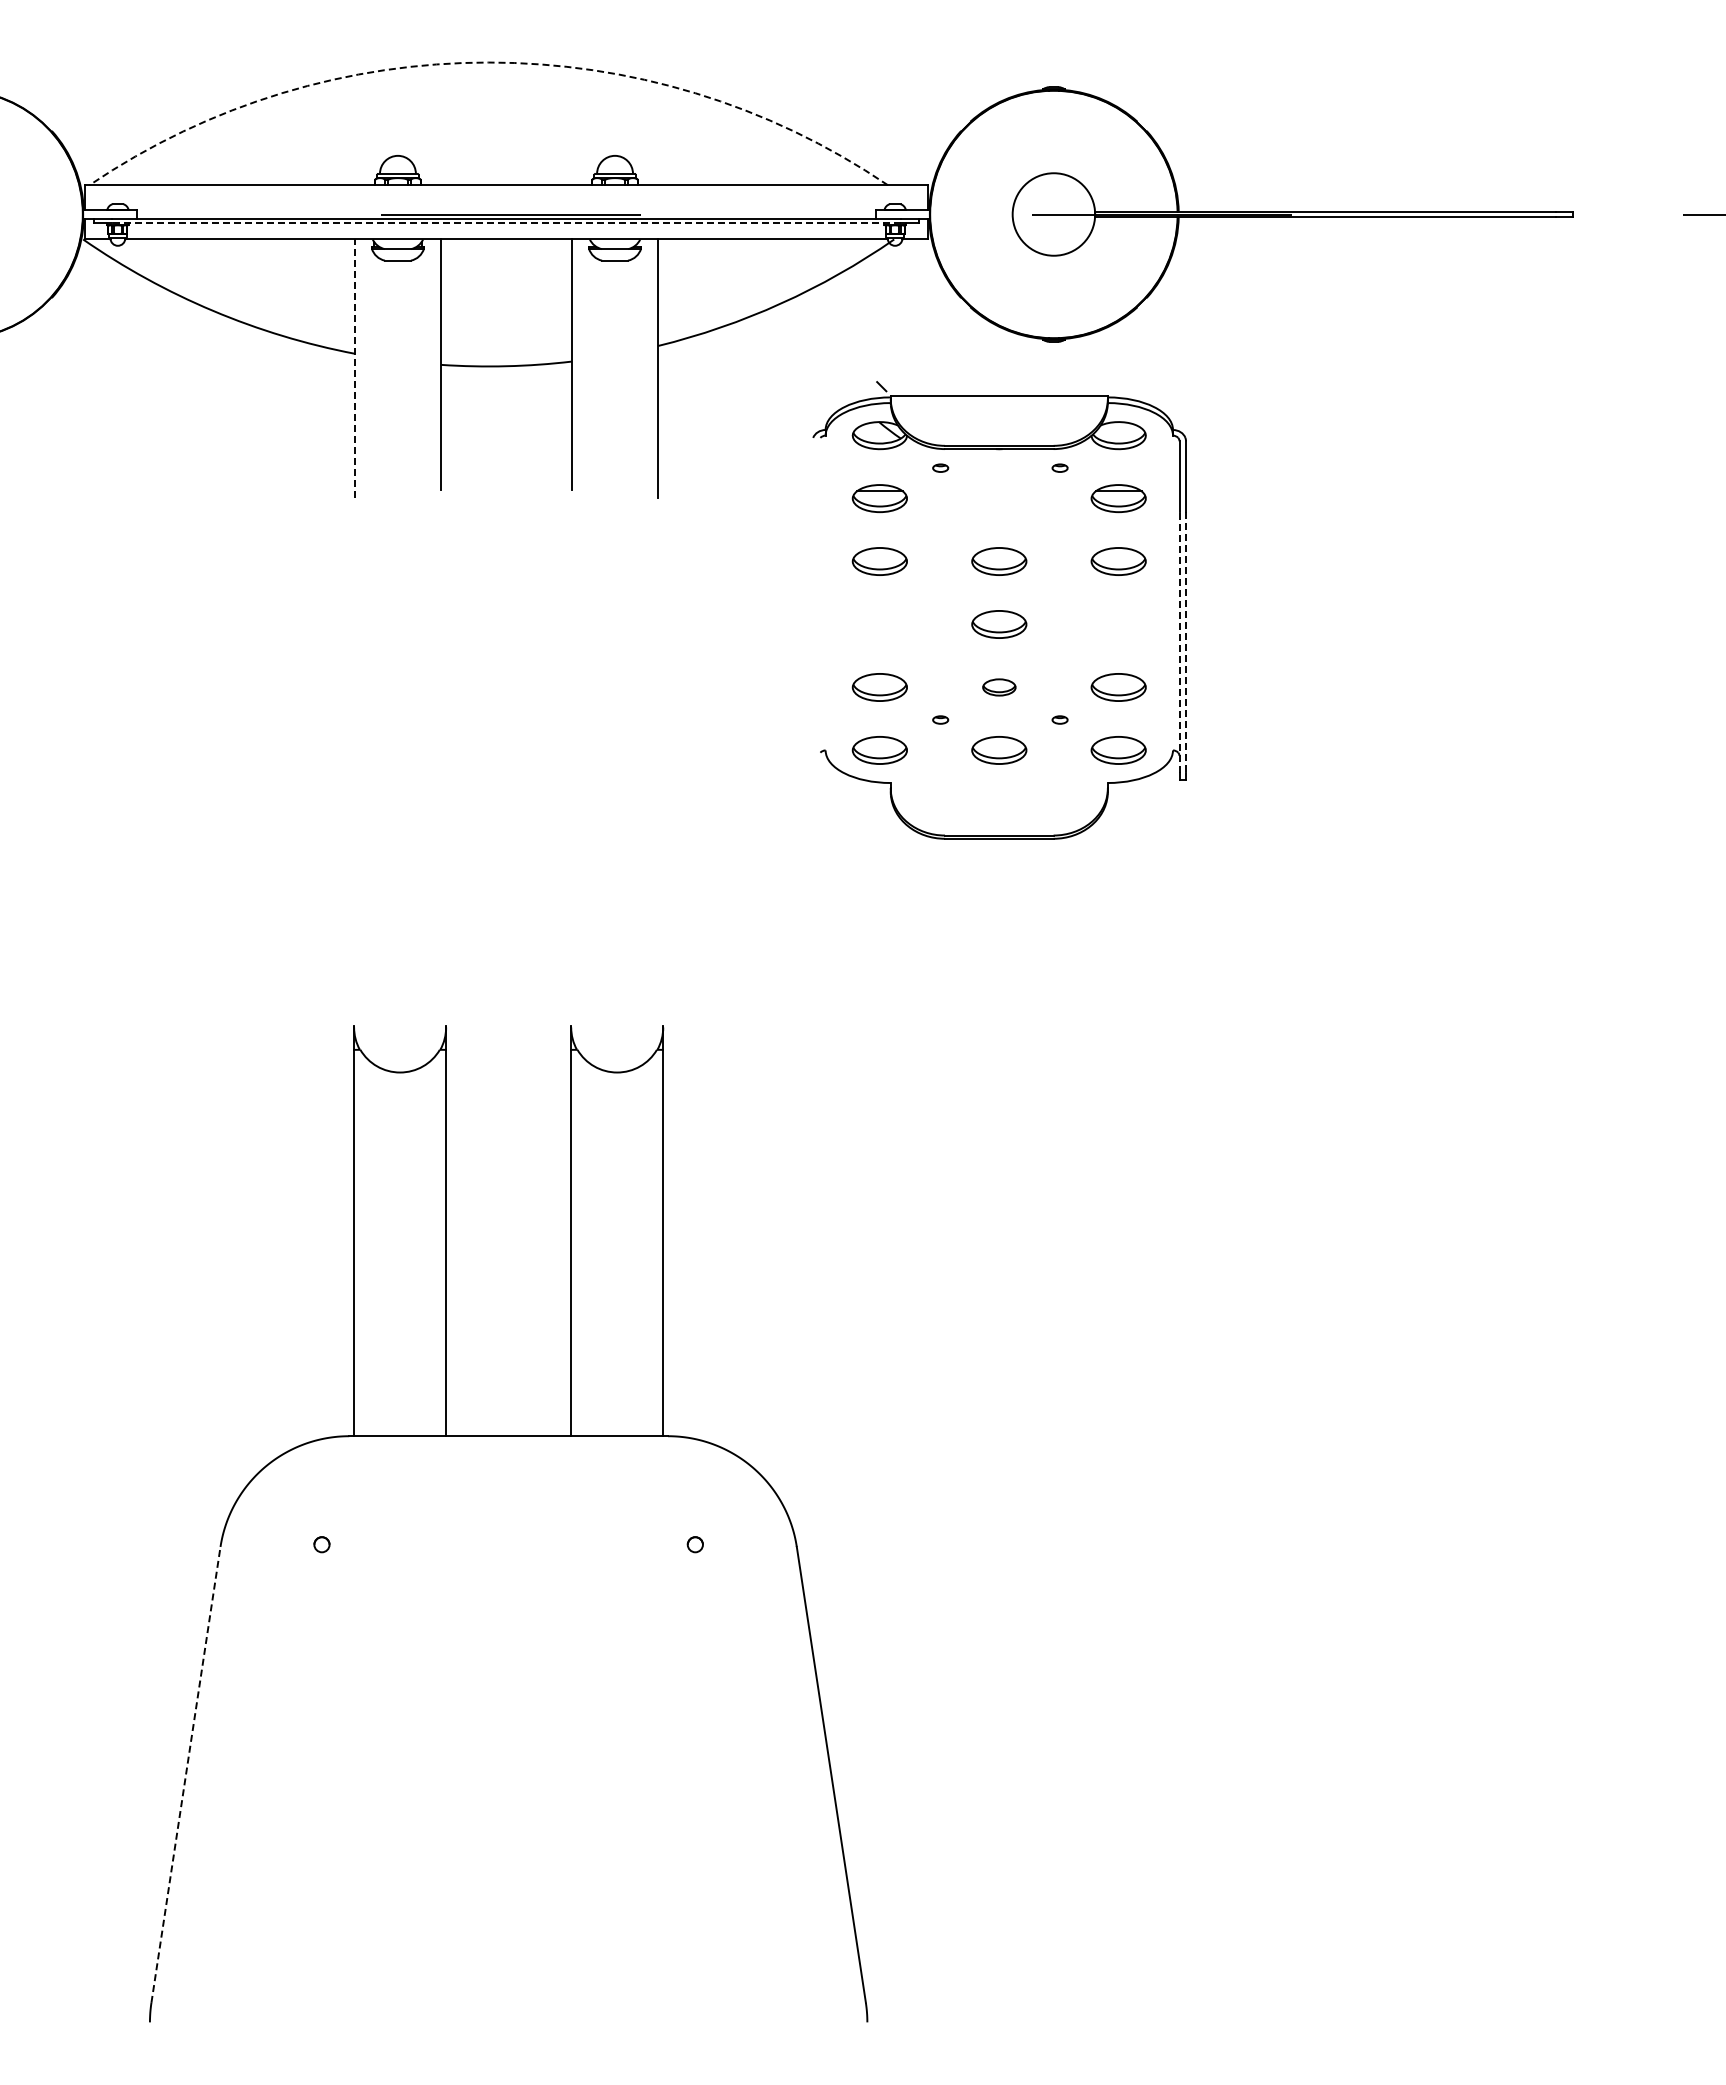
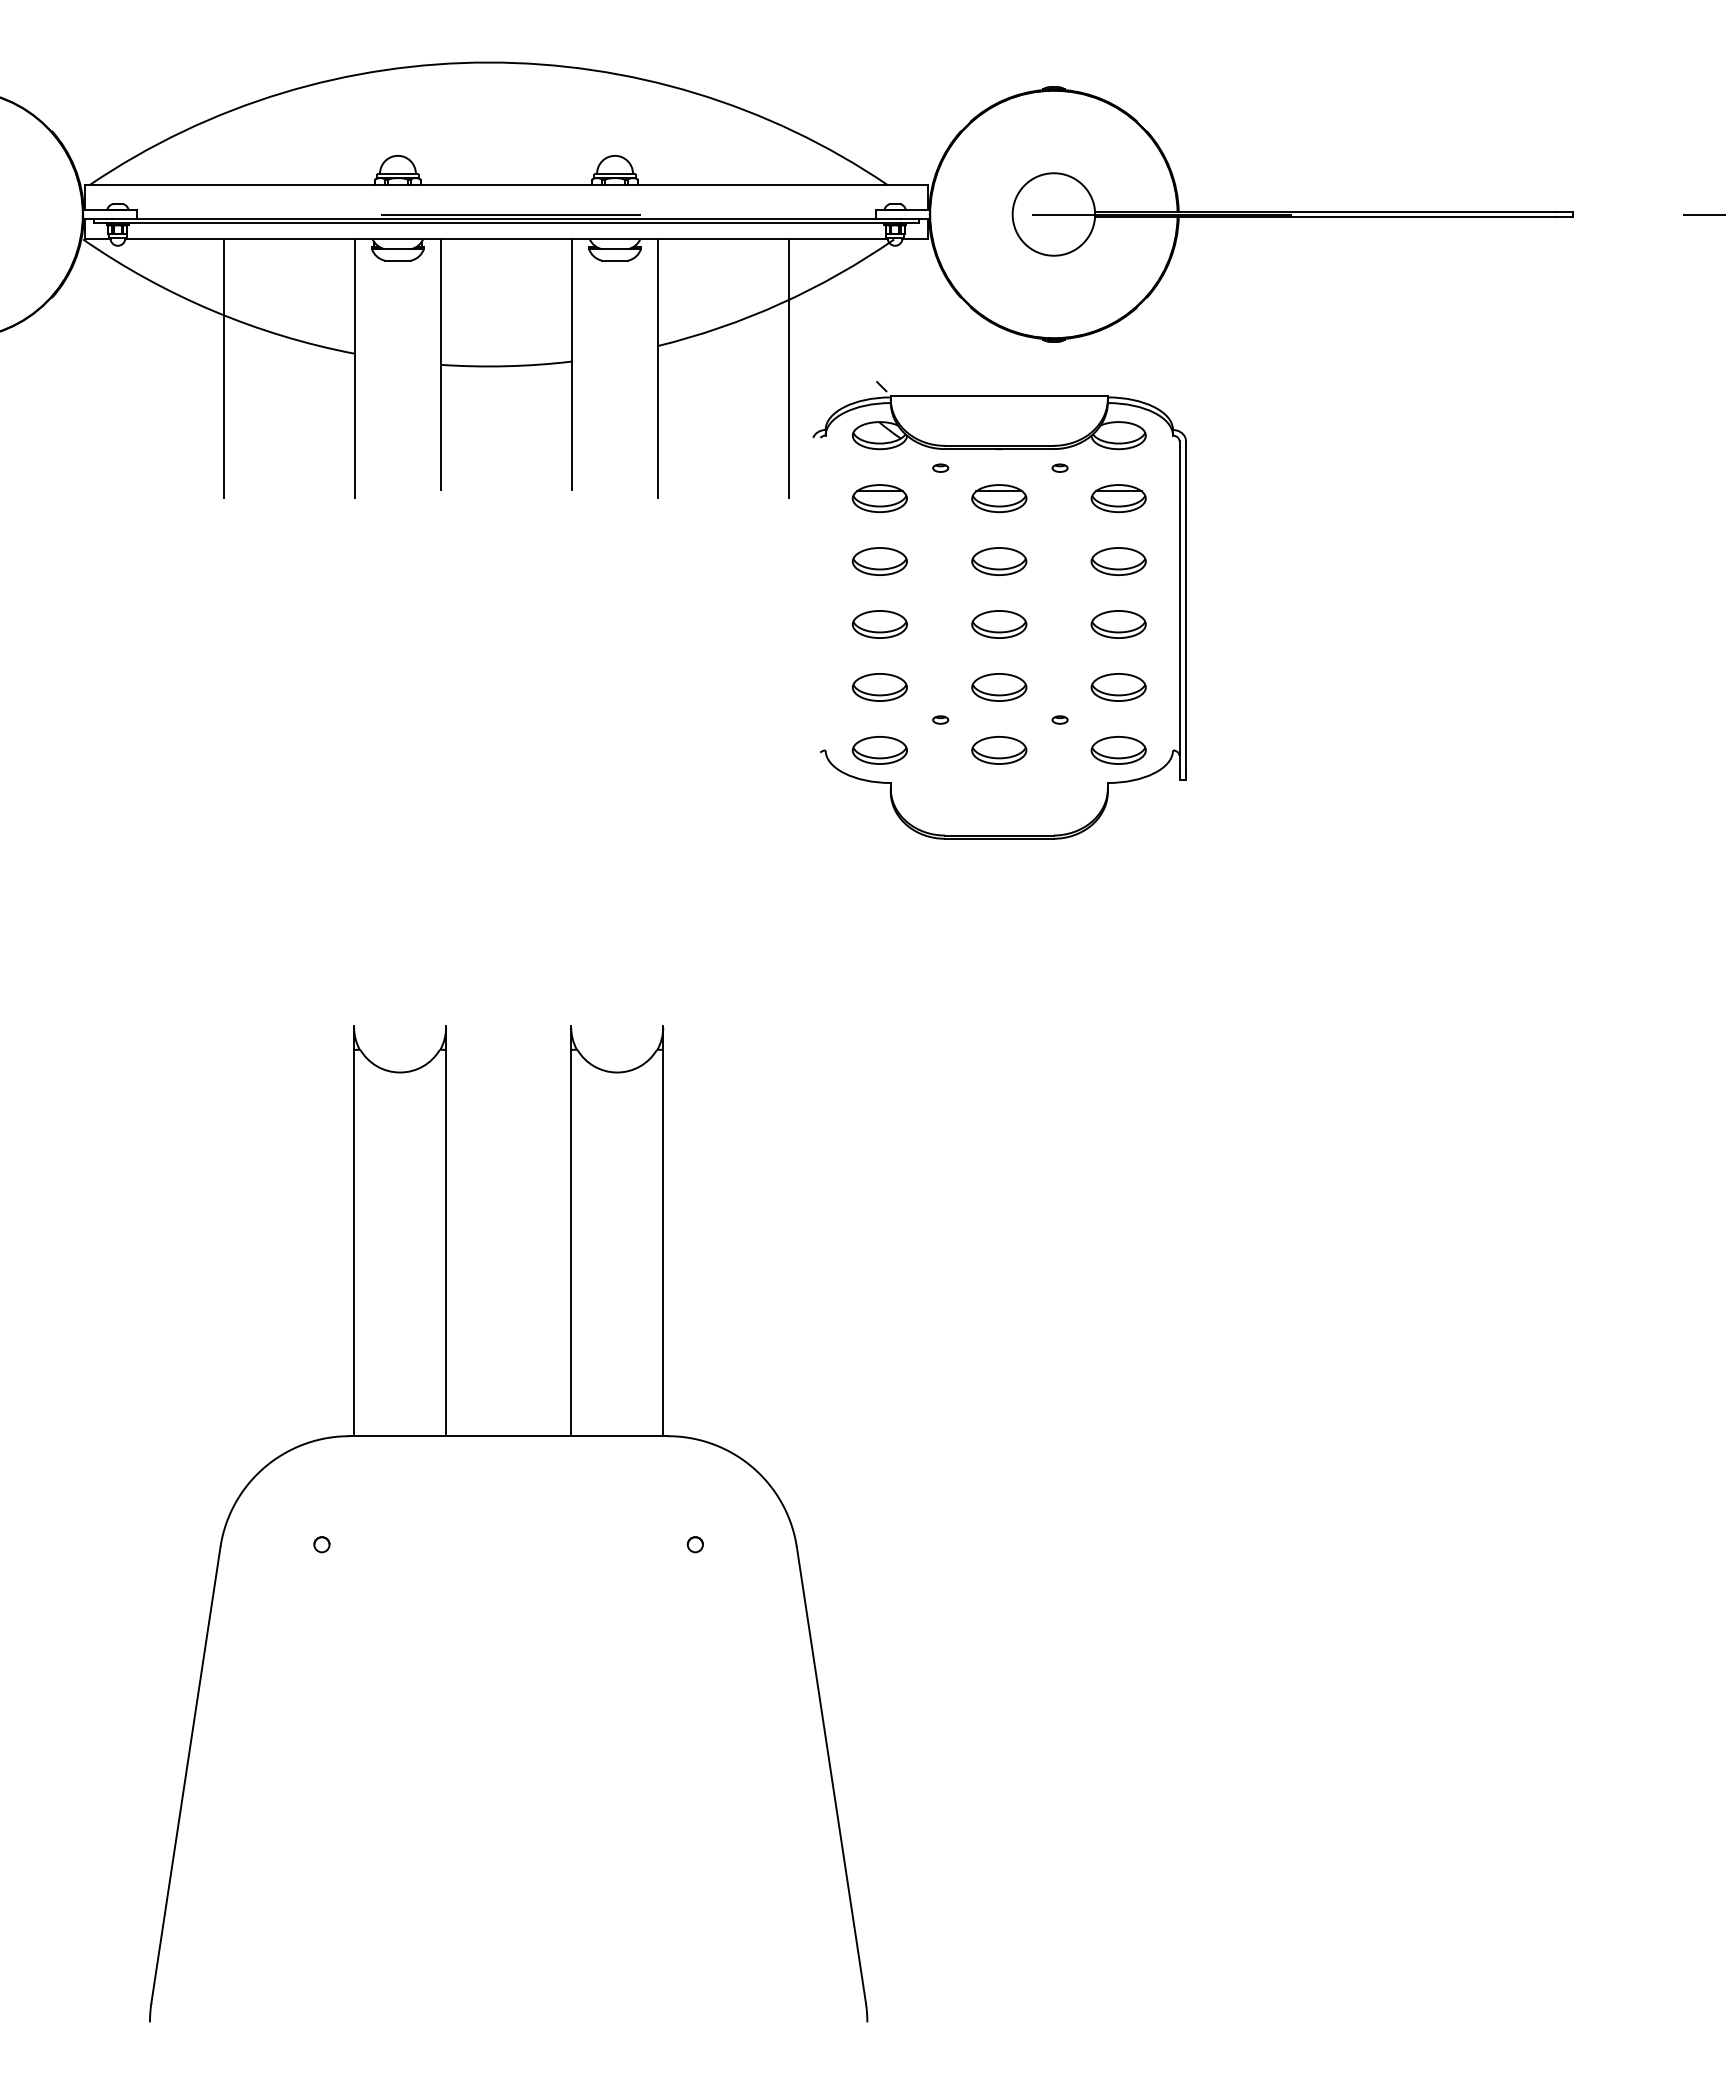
arc at (488, 62): dashed -> solid
line at (506, 223): dashed -> solid
line at (223, 368): none -> present
line at (354, 368): dashed -> solid
line at (789, 368): none -> present
part at (999, 498): none -> present
part at (879, 624): none -> present
part at (1118, 624): none -> present
line at (1179, 641): dashed -> solid
line at (1186, 642): dashed -> solid
part at (999, 687) size: 35x19 px -> 57x29 px
line at (185, 1774): dashed -> solid
